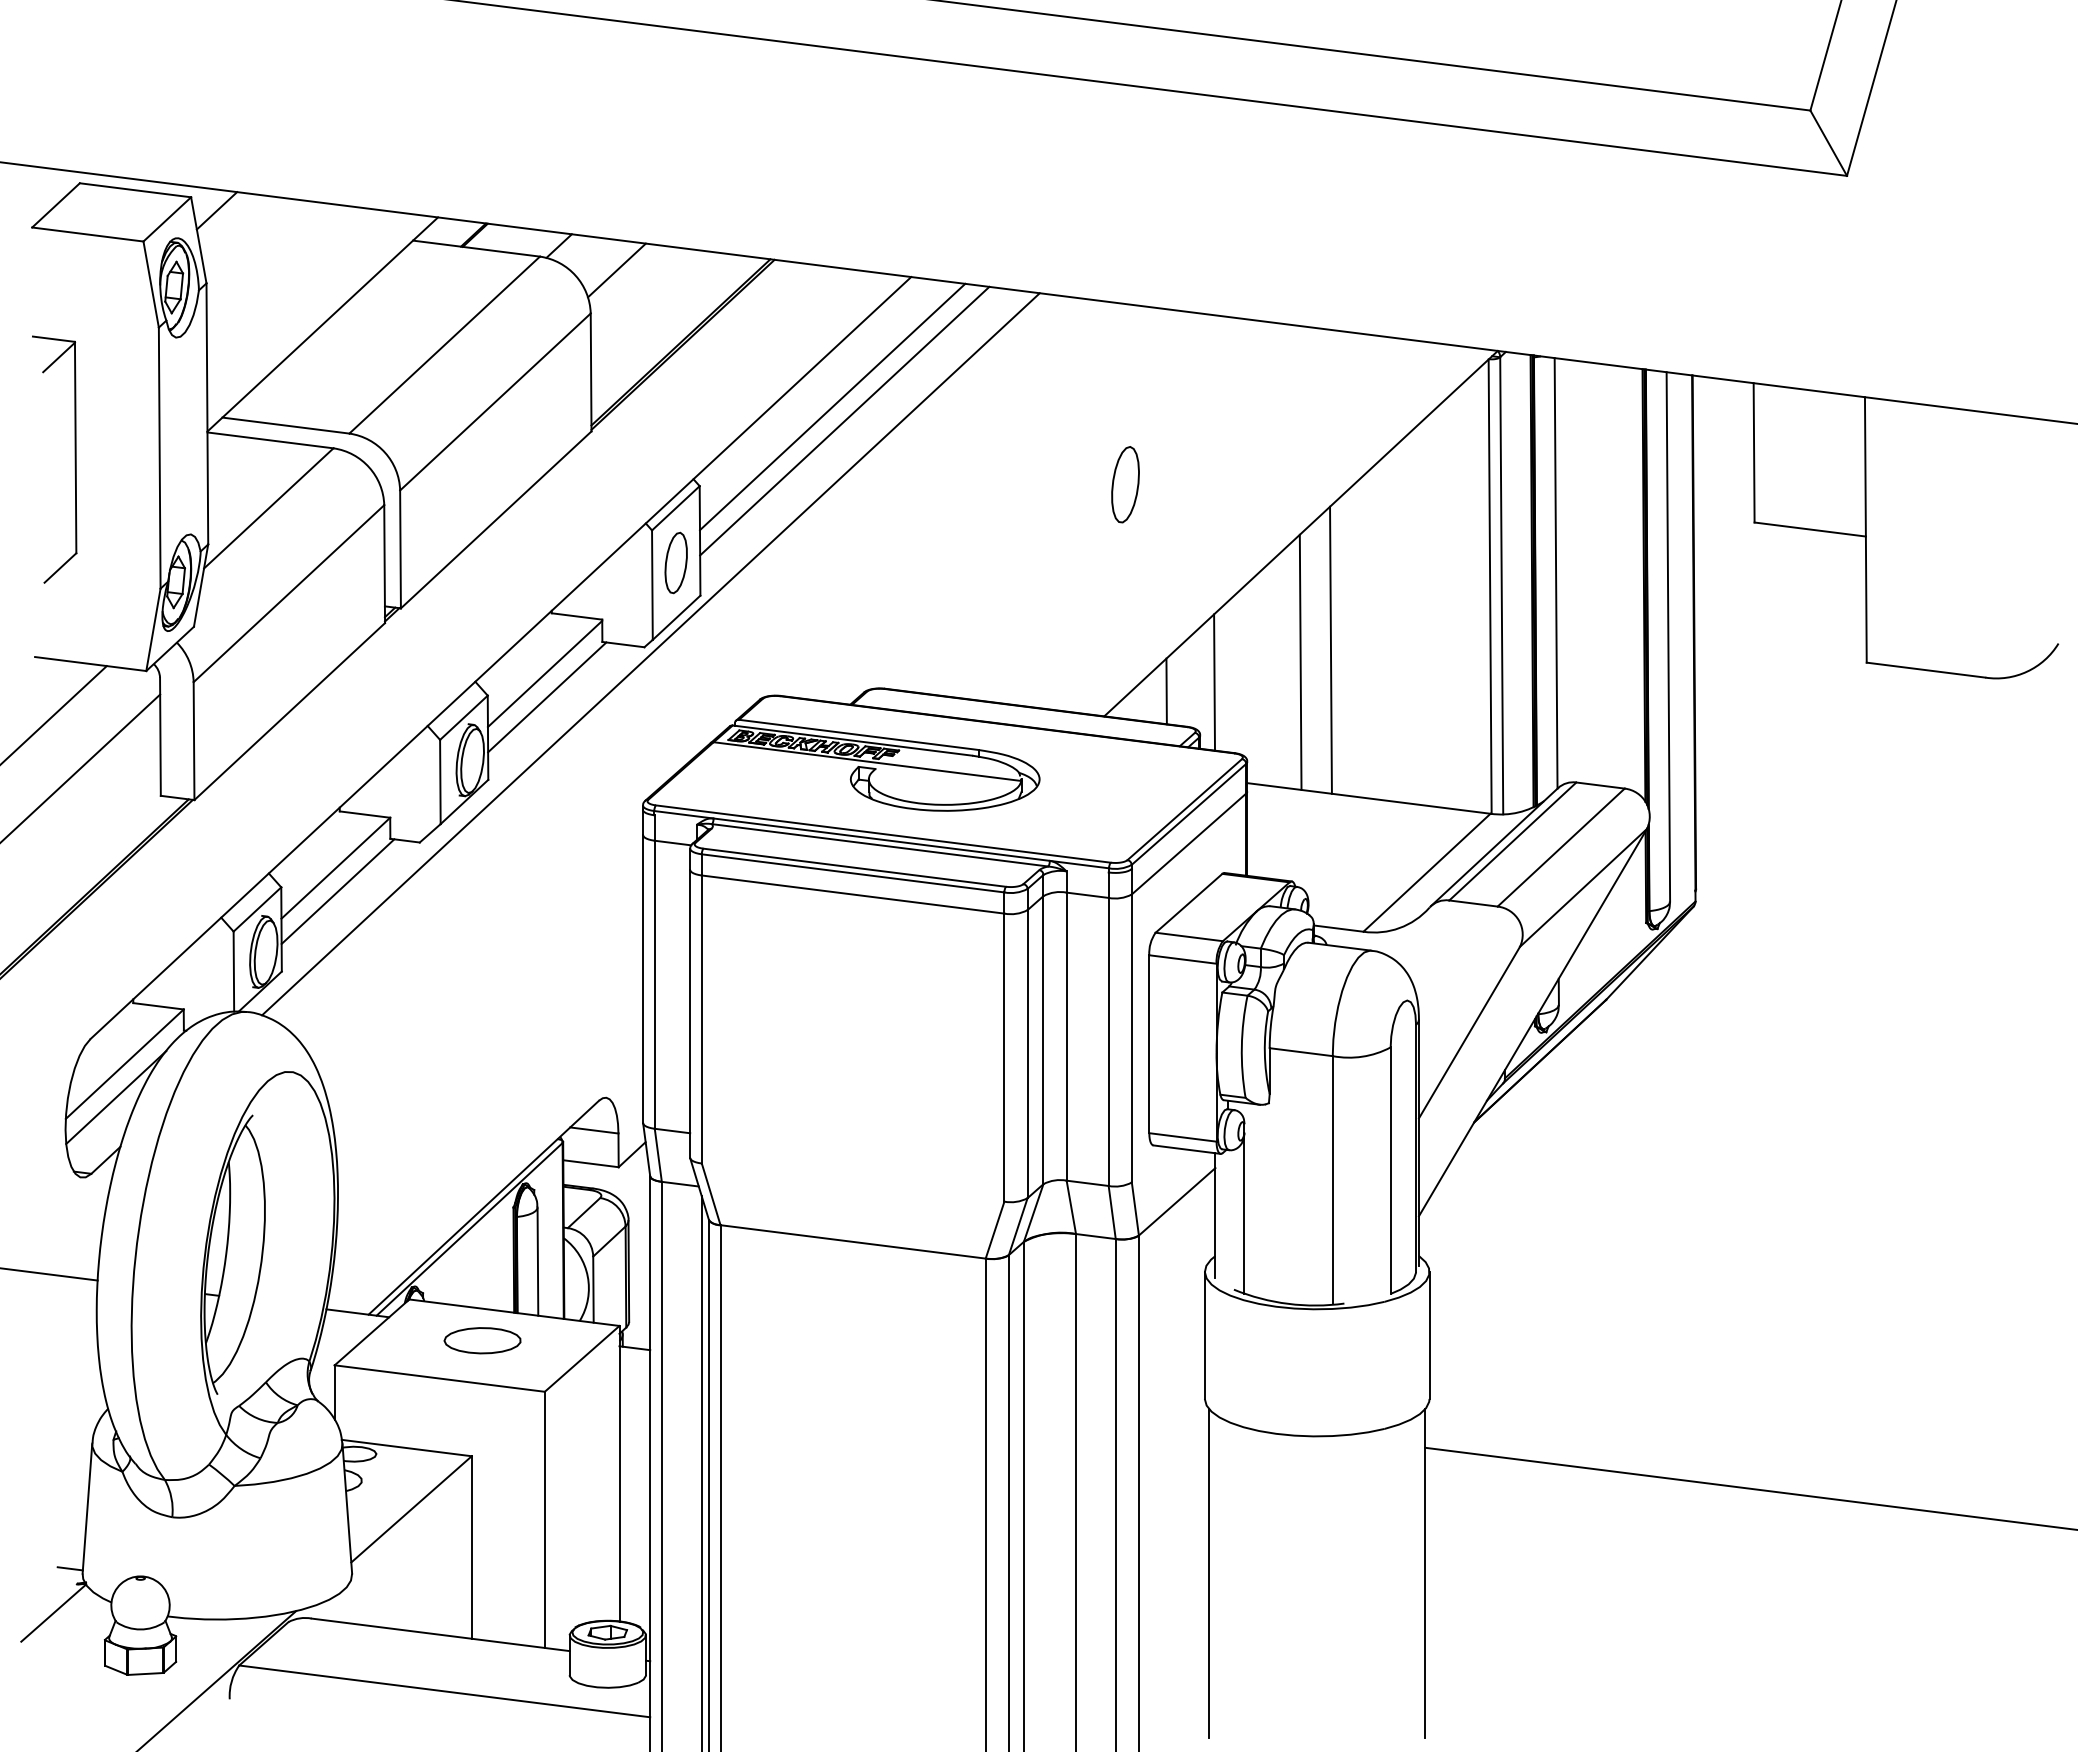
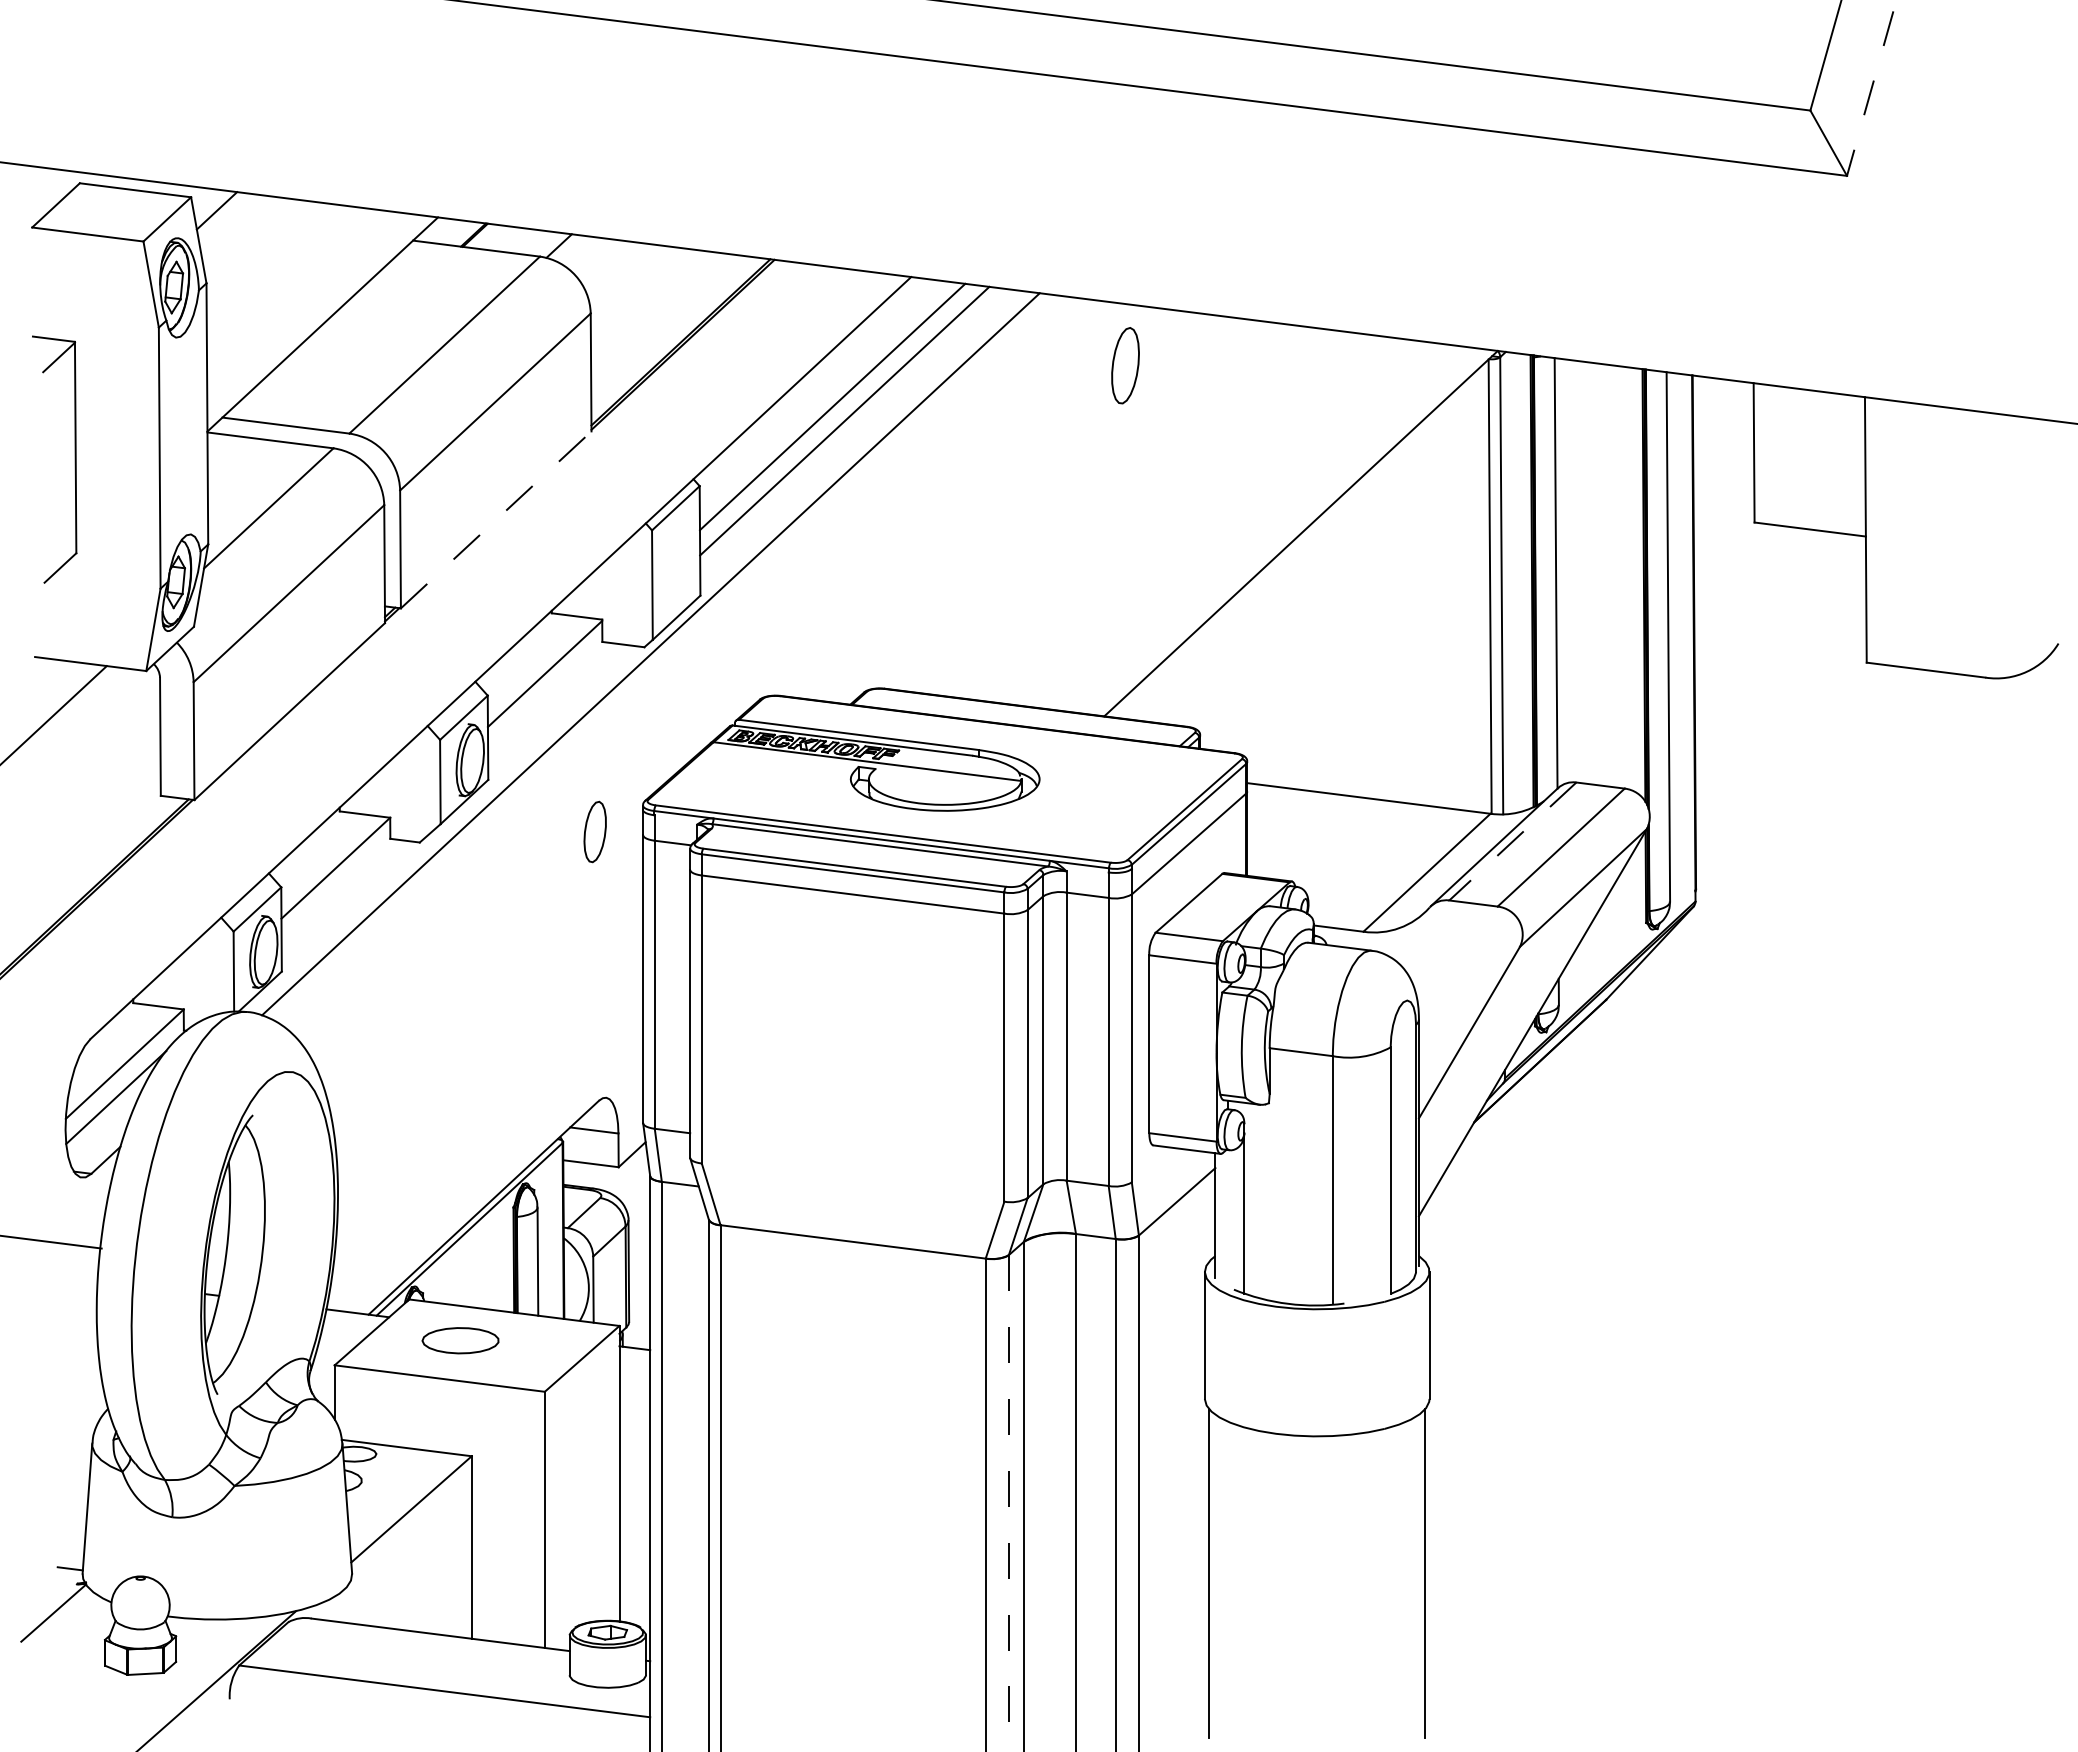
line at (1871, 88): solid -> dashed
line at (616, 270): present -> none
part at (1125, 484) position: (1125, 484) -> (1125, 365)
line at (496, 519): solid -> dashed
part at (675, 562) position: (675, 562) -> (594, 831)
line at (1330, 649): present -> none
line at (1300, 661): present -> none
line at (1214, 682): present -> none
line at (1166, 691): present -> none
line at (547, 697): present -> none
line at (81, 767): present -> none
line at (1512, 841): solid -> dashed
line at (337, 891): present -> none
line at (49, 1274) position: (49, 1274) -> (51, 1242)
part at (482, 1340) position: (482, 1340) -> (460, 1340)
line at (701, 1471): present -> none
line at (1749, 1488): present -> none
line at (1008, 1503): solid -> dashed
